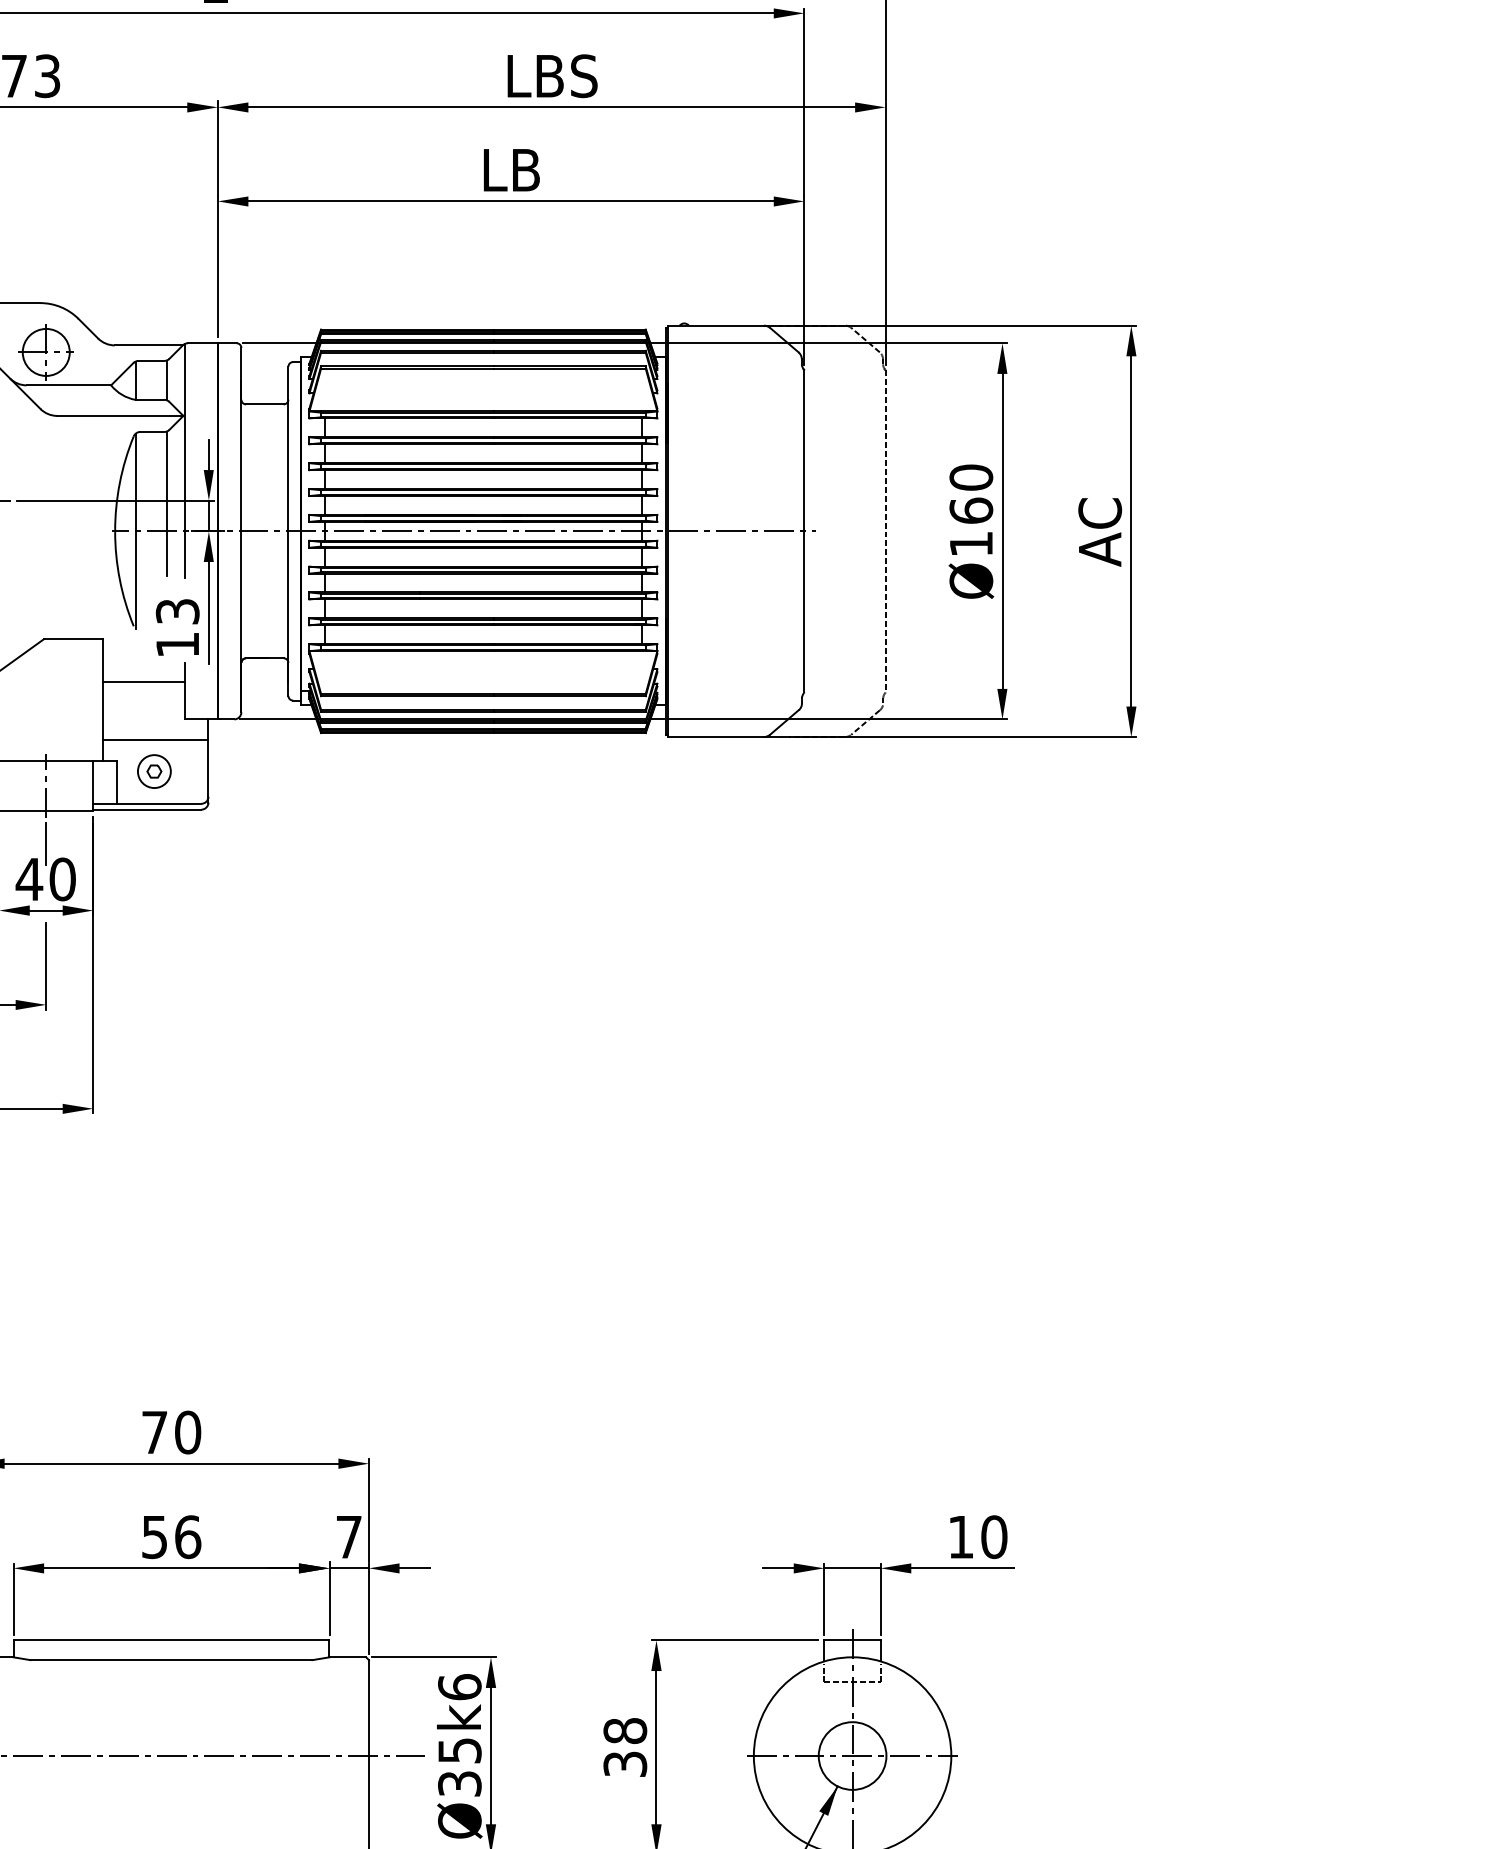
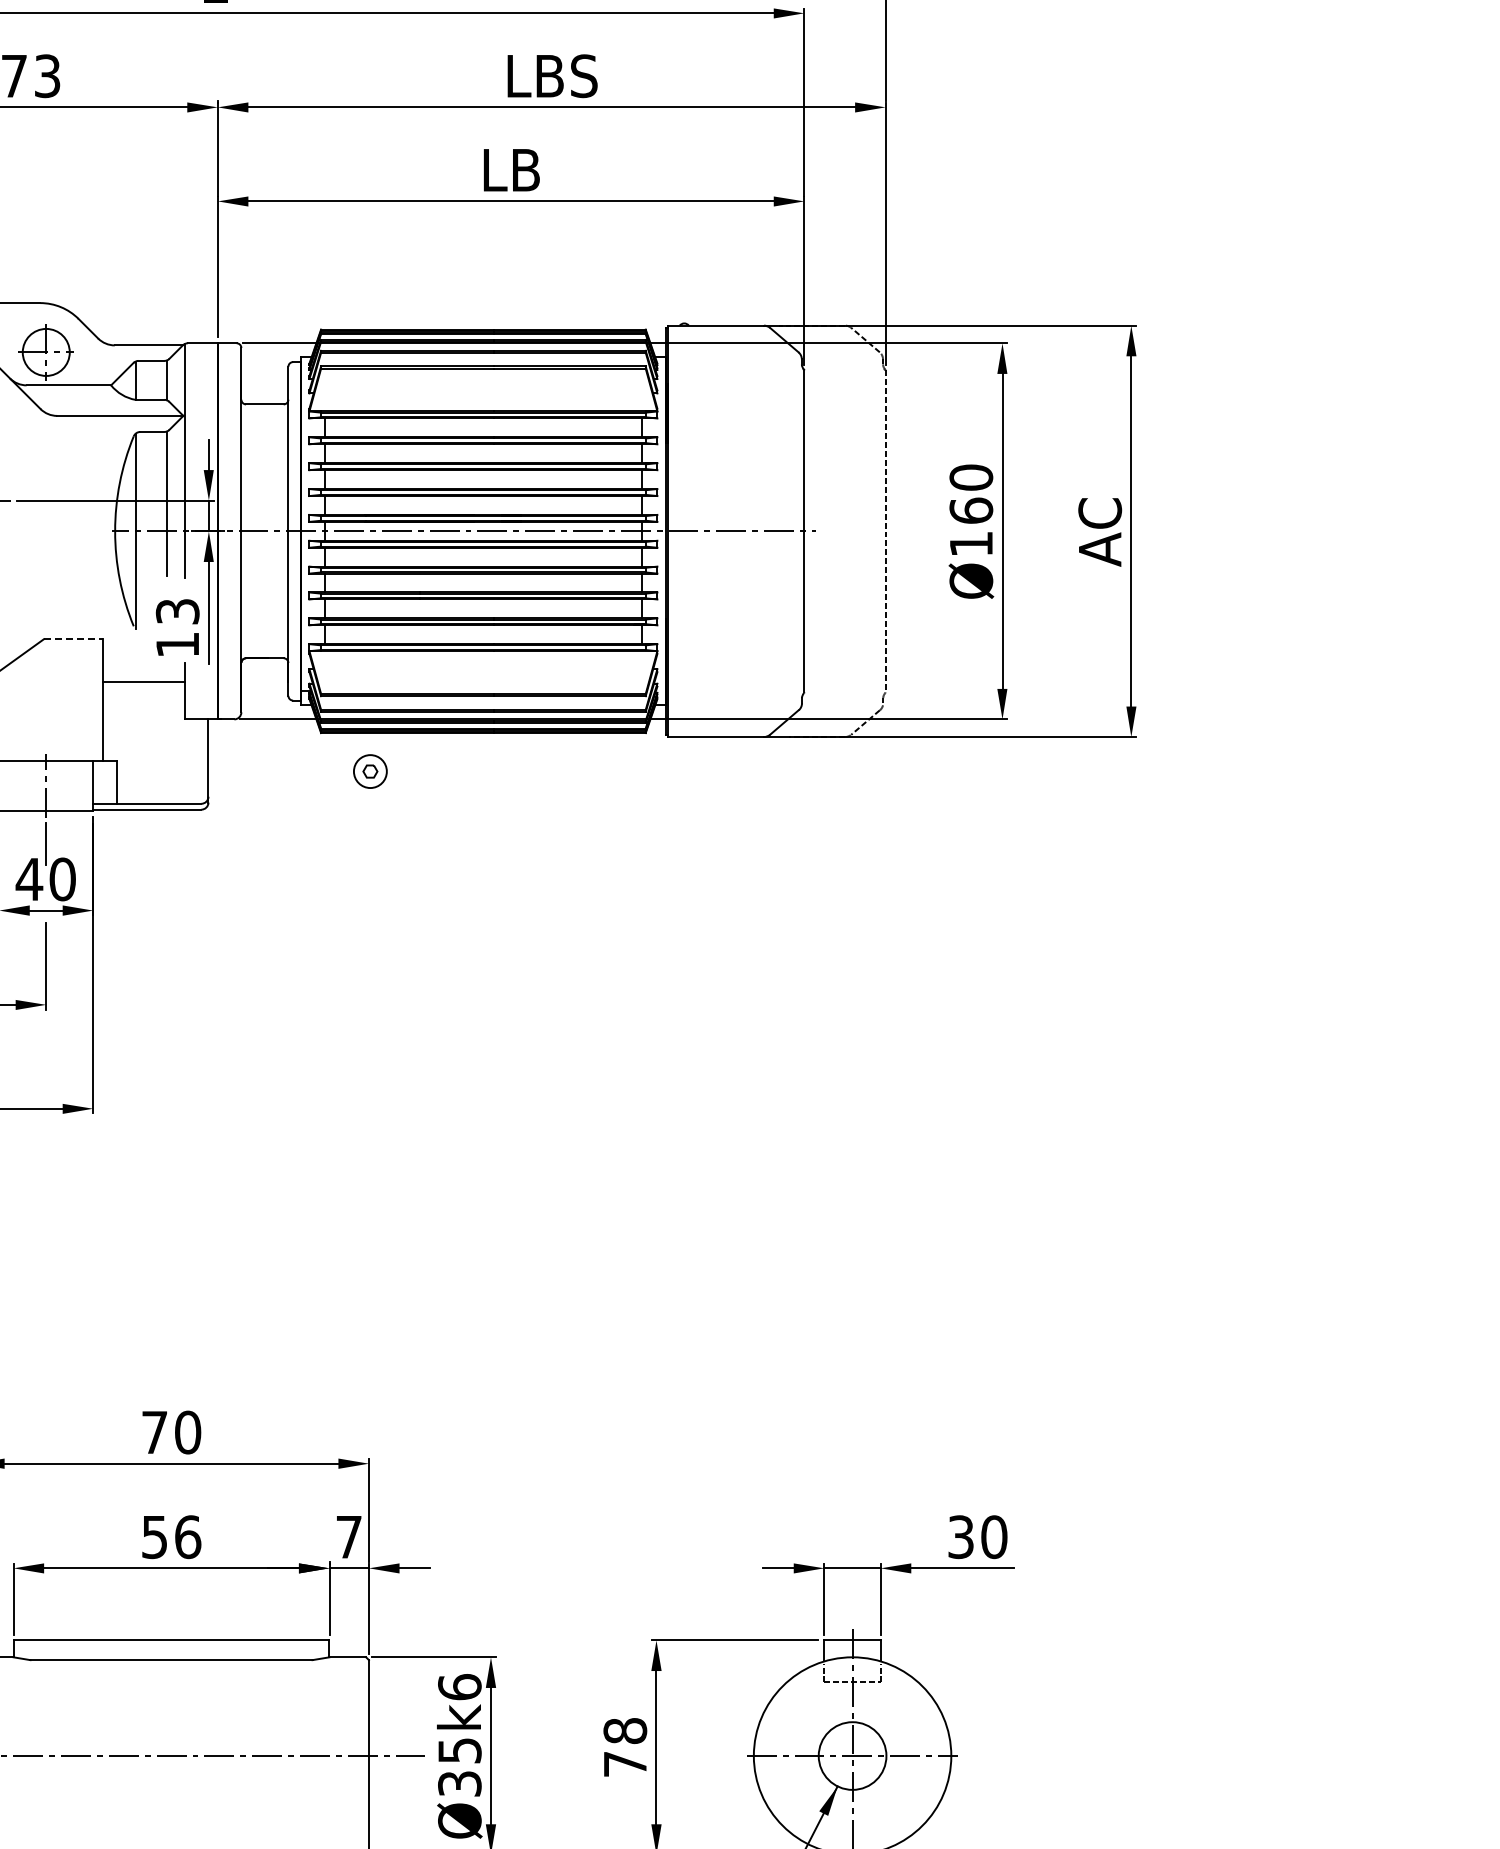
line at (73, 639): solid -> dashed
line at (155, 740): present -> none
part at (154, 771) position: (154, 771) -> (370, 771)
text at (960, 1537): 10 -> 30
text at (625, 1763): 38 -> 78
